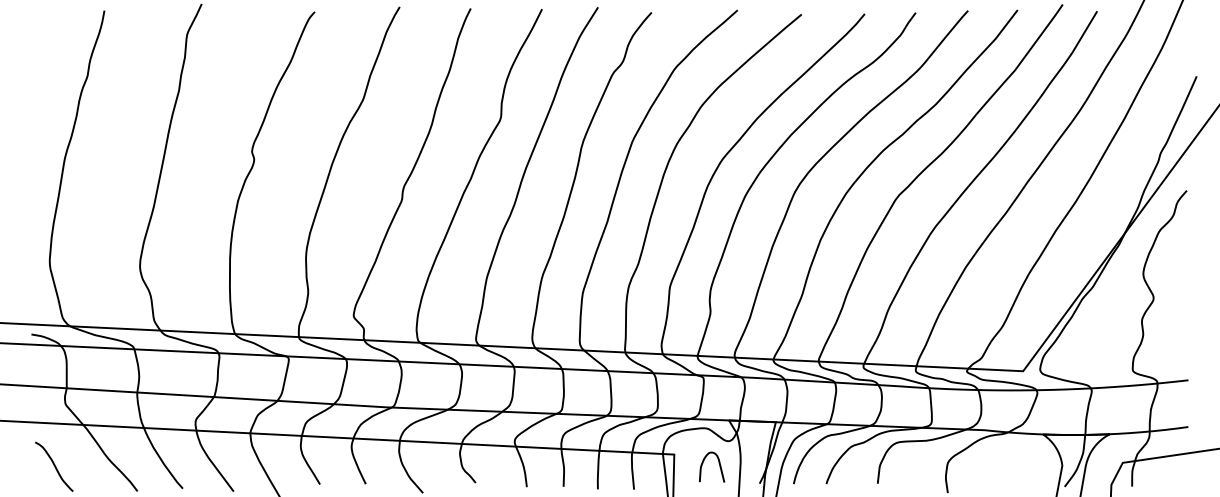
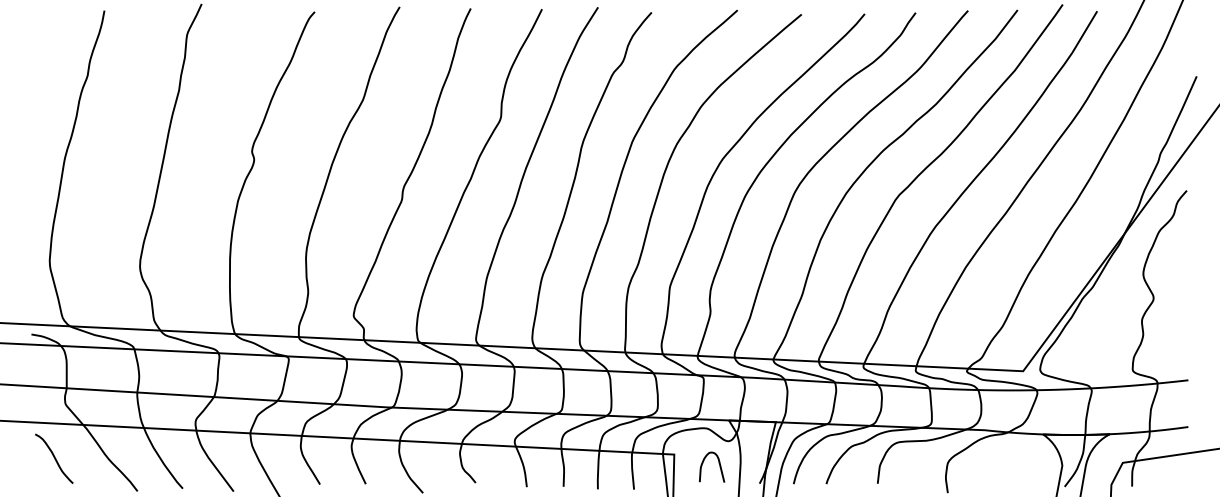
curve at (54, 466) position: (54, 466) -> (54, 458)
